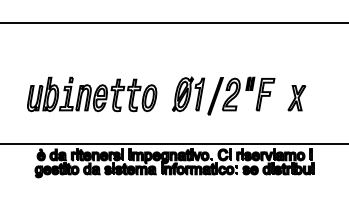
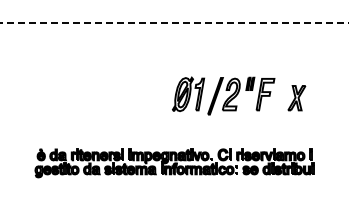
line at (174, 22): solid -> dashed
part at (92, 94): present -> none
line at (173, 144): present -> none
